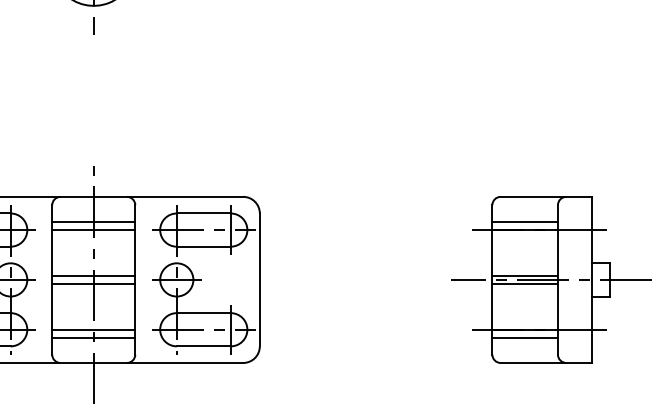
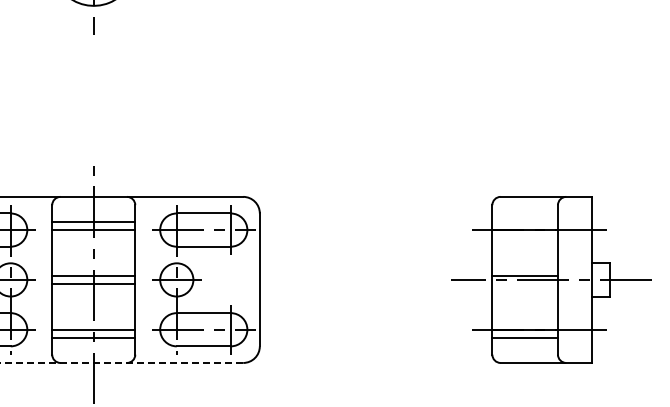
line at (524, 221): present -> none
line at (524, 284): present -> none
line at (121, 362): solid -> dashed
